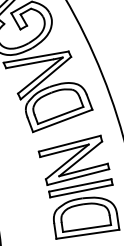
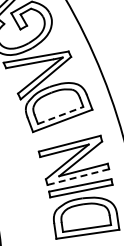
line at (61, 115): solid -> dashed
line at (78, 177): solid -> dashed
